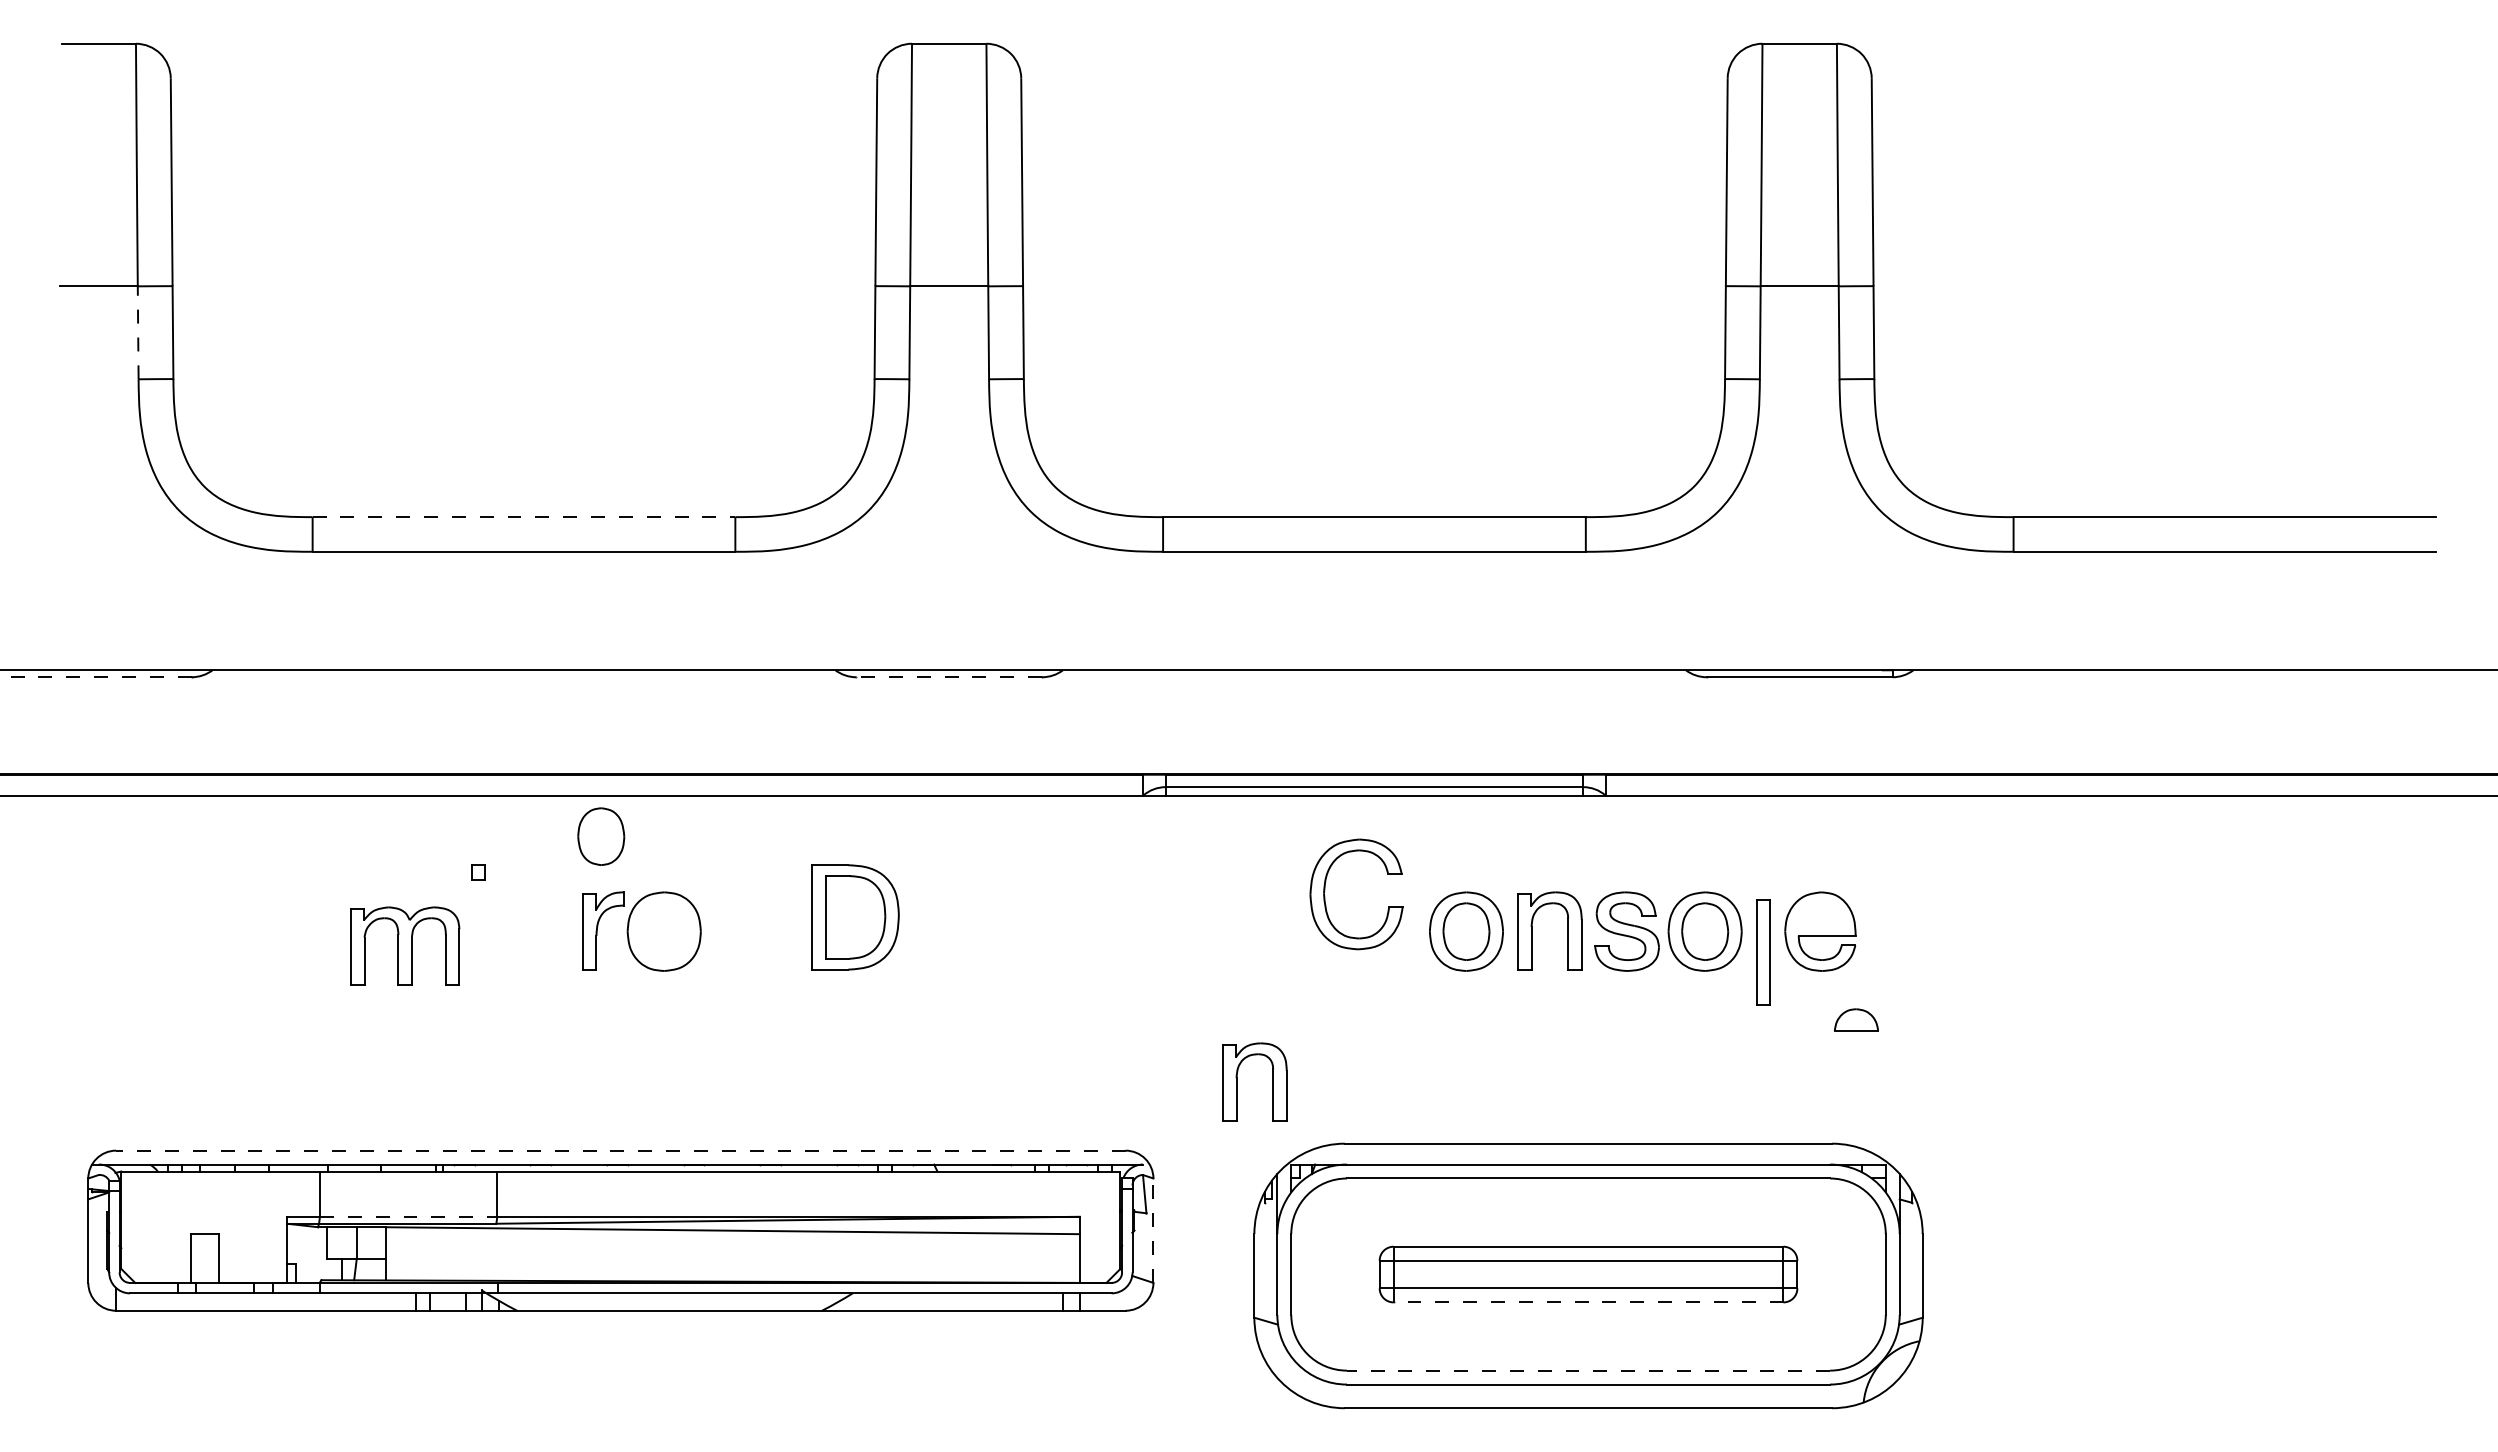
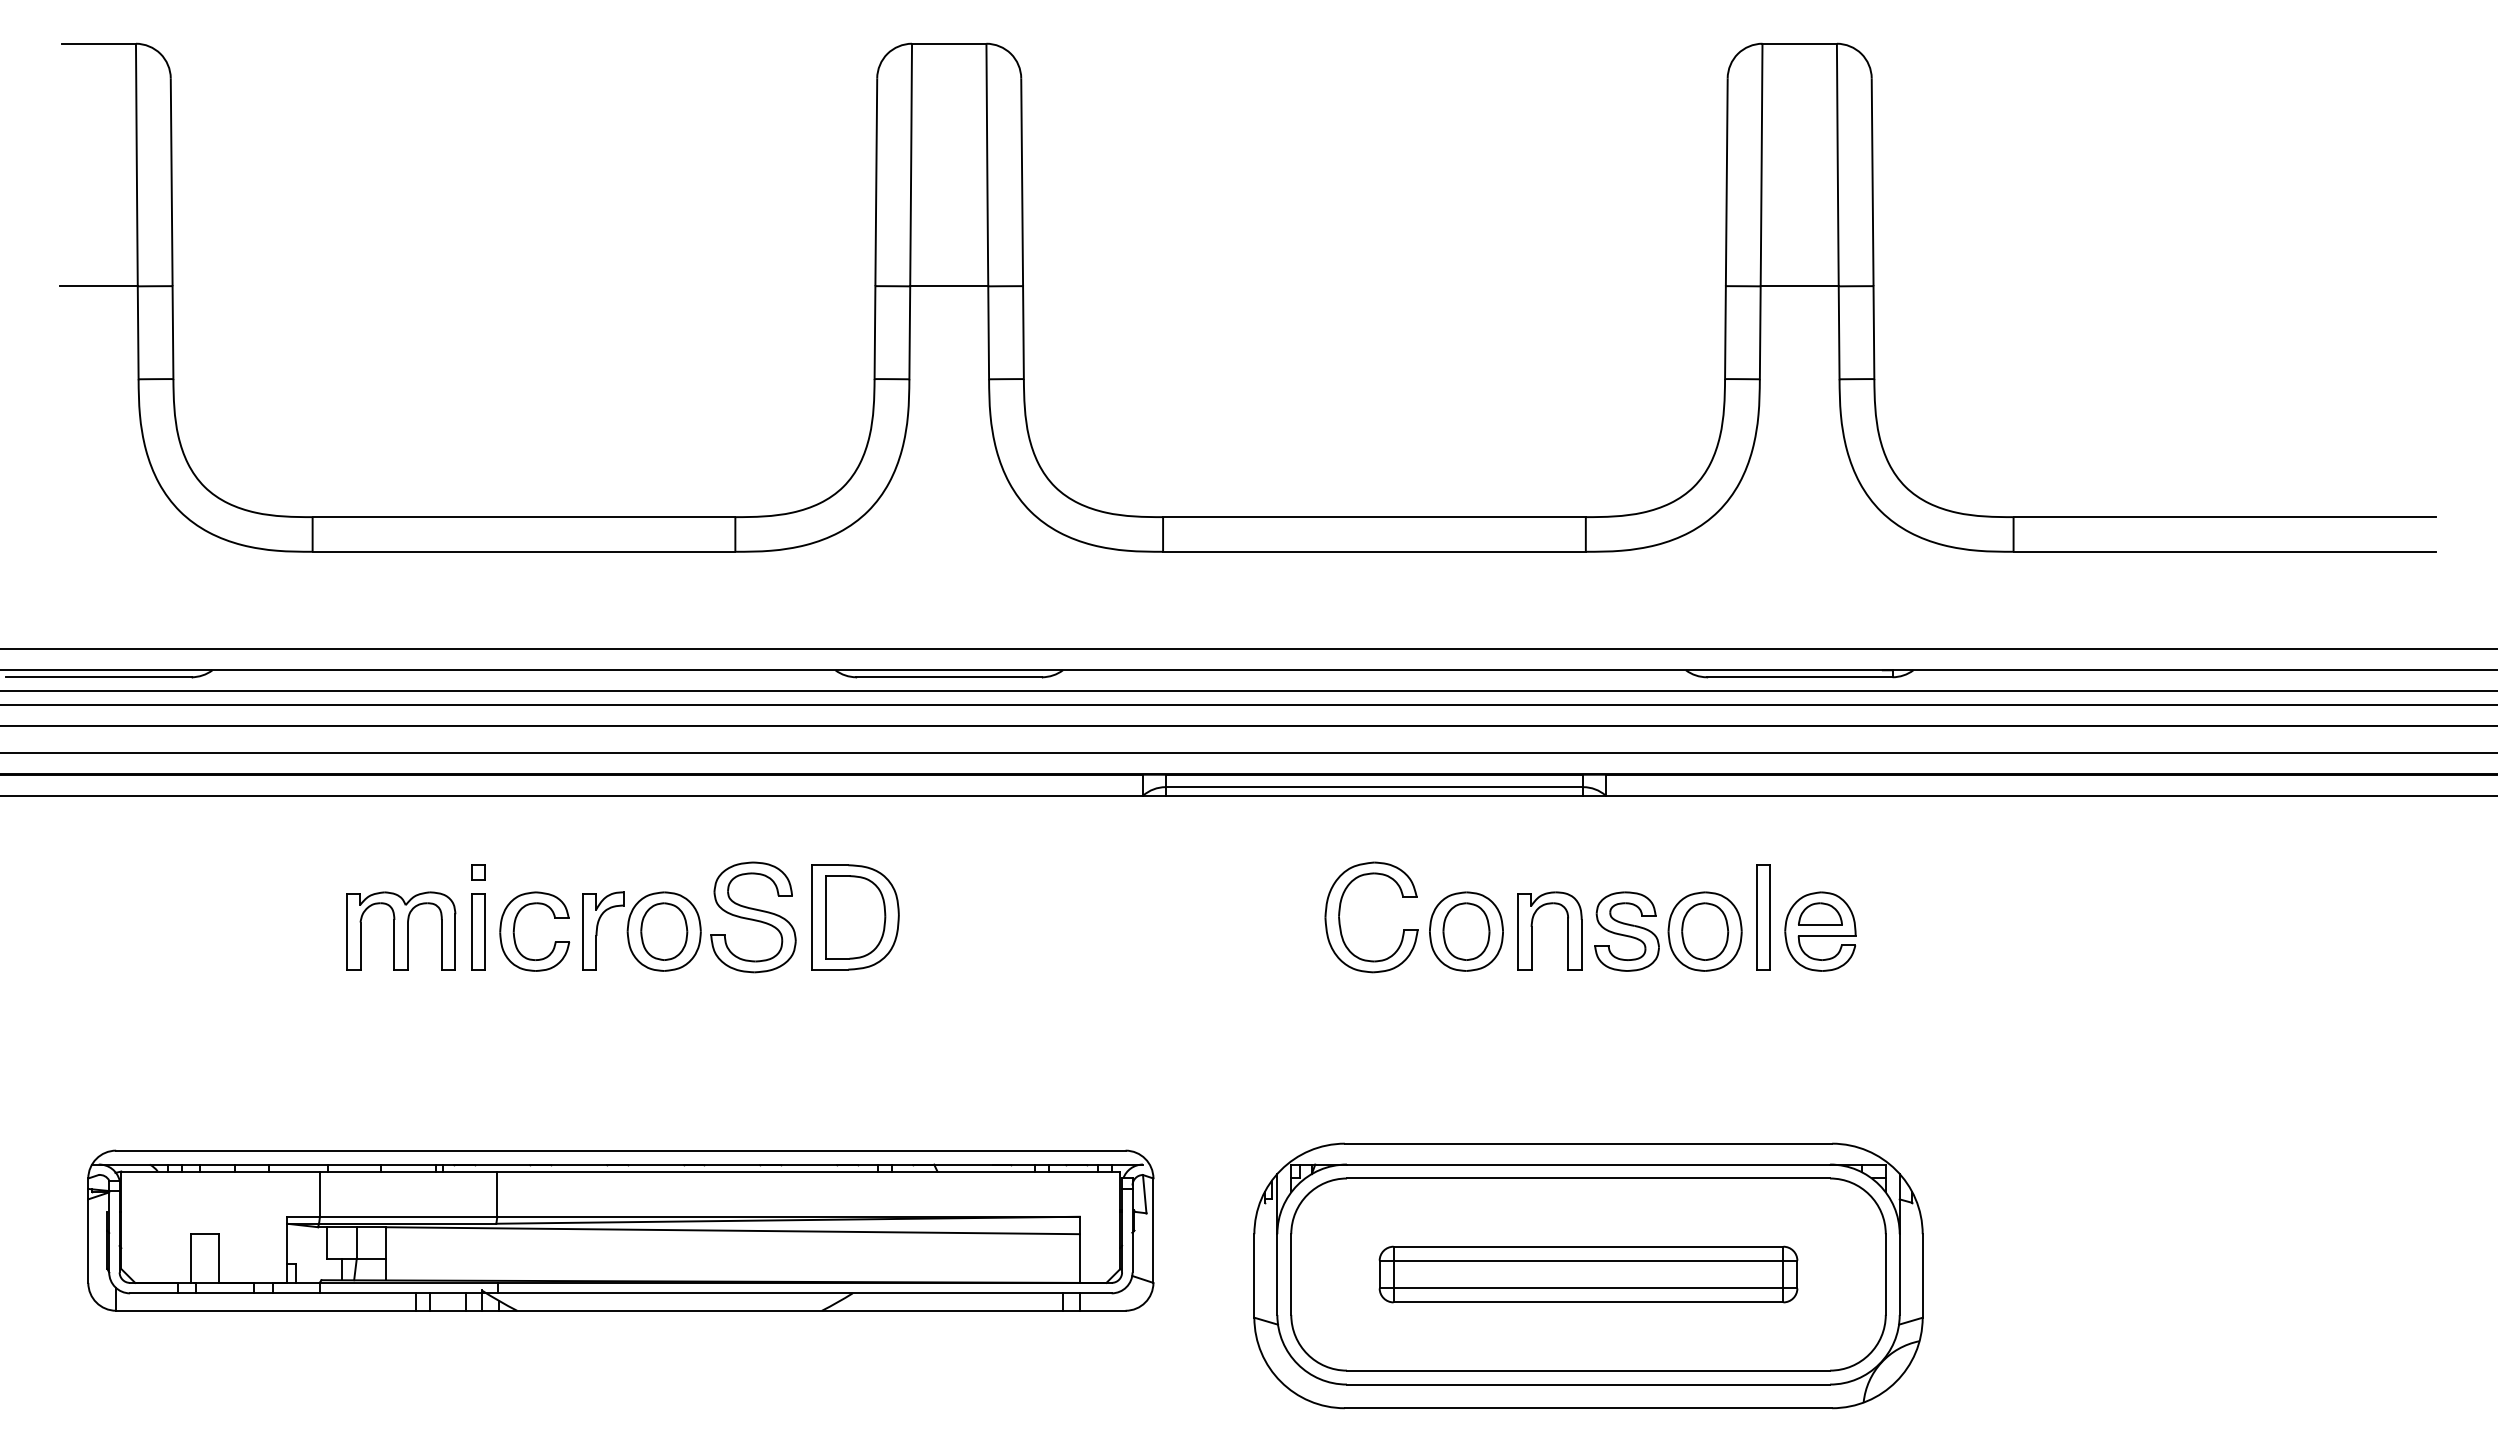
line at (138, 332): dashed -> solid
line at (524, 517): dashed -> solid
line at (1248, 649): none -> present
line at (98, 677): dashed -> solid
line at (949, 677): dashed -> solid
line at (1248, 691): none -> present
line at (1248, 705): none -> present
line at (1248, 725): none -> present
line at (1248, 752): none -> present
part at (601, 836) position: (601, 836) -> (664, 931)
part at (1325, 896) position: (1325, 896) -> (1340, 919)
part at (753, 917): none -> present
part at (515, 926): none -> present
part at (478, 931): none -> present
part at (405, 945) position: (405, 945) -> (401, 930)
part at (1763, 952) position: (1763, 952) -> (1763, 917)
part at (1856, 1019) position: (1856, 1019) -> (1820, 913)
part at (1237, 1081): present -> none
line at (620, 1150): dashed -> solid
line at (408, 1216): dashed -> solid
line at (1153, 1230): dashed -> solid
line at (1588, 1302): dashed -> solid
line at (1588, 1370): dashed -> solid
